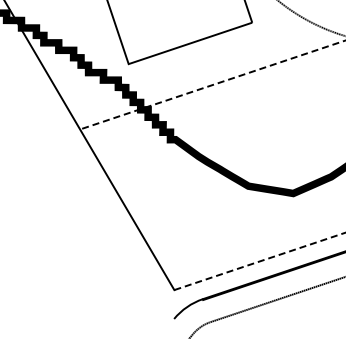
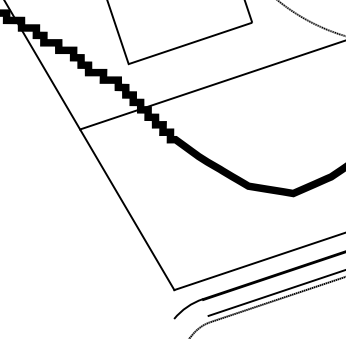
line at (212, 85): dashed -> solid
line at (259, 261): dashed -> solid
line at (275, 293): none -> present
